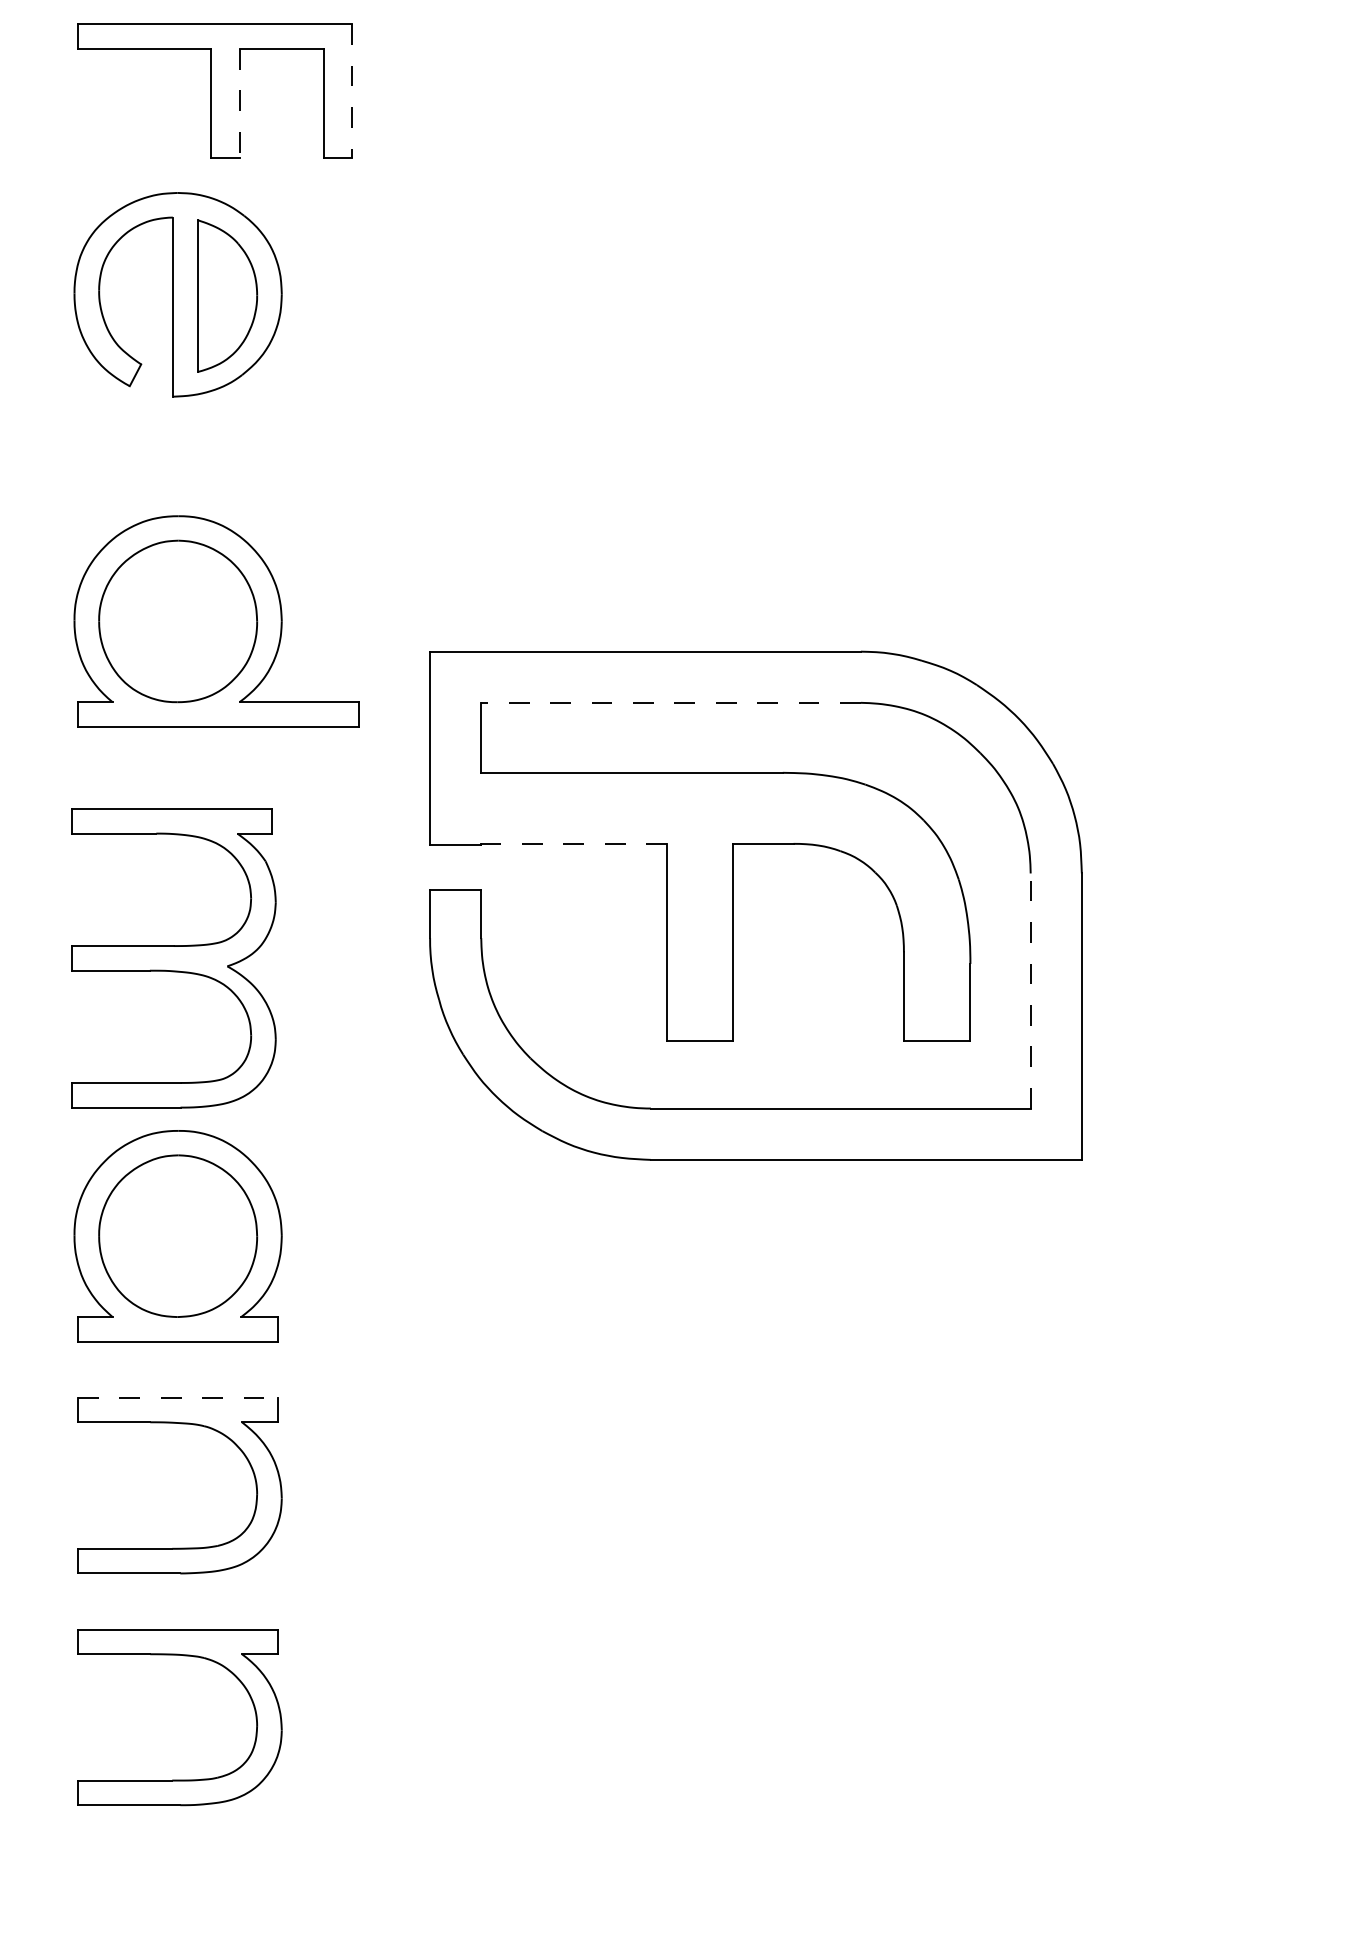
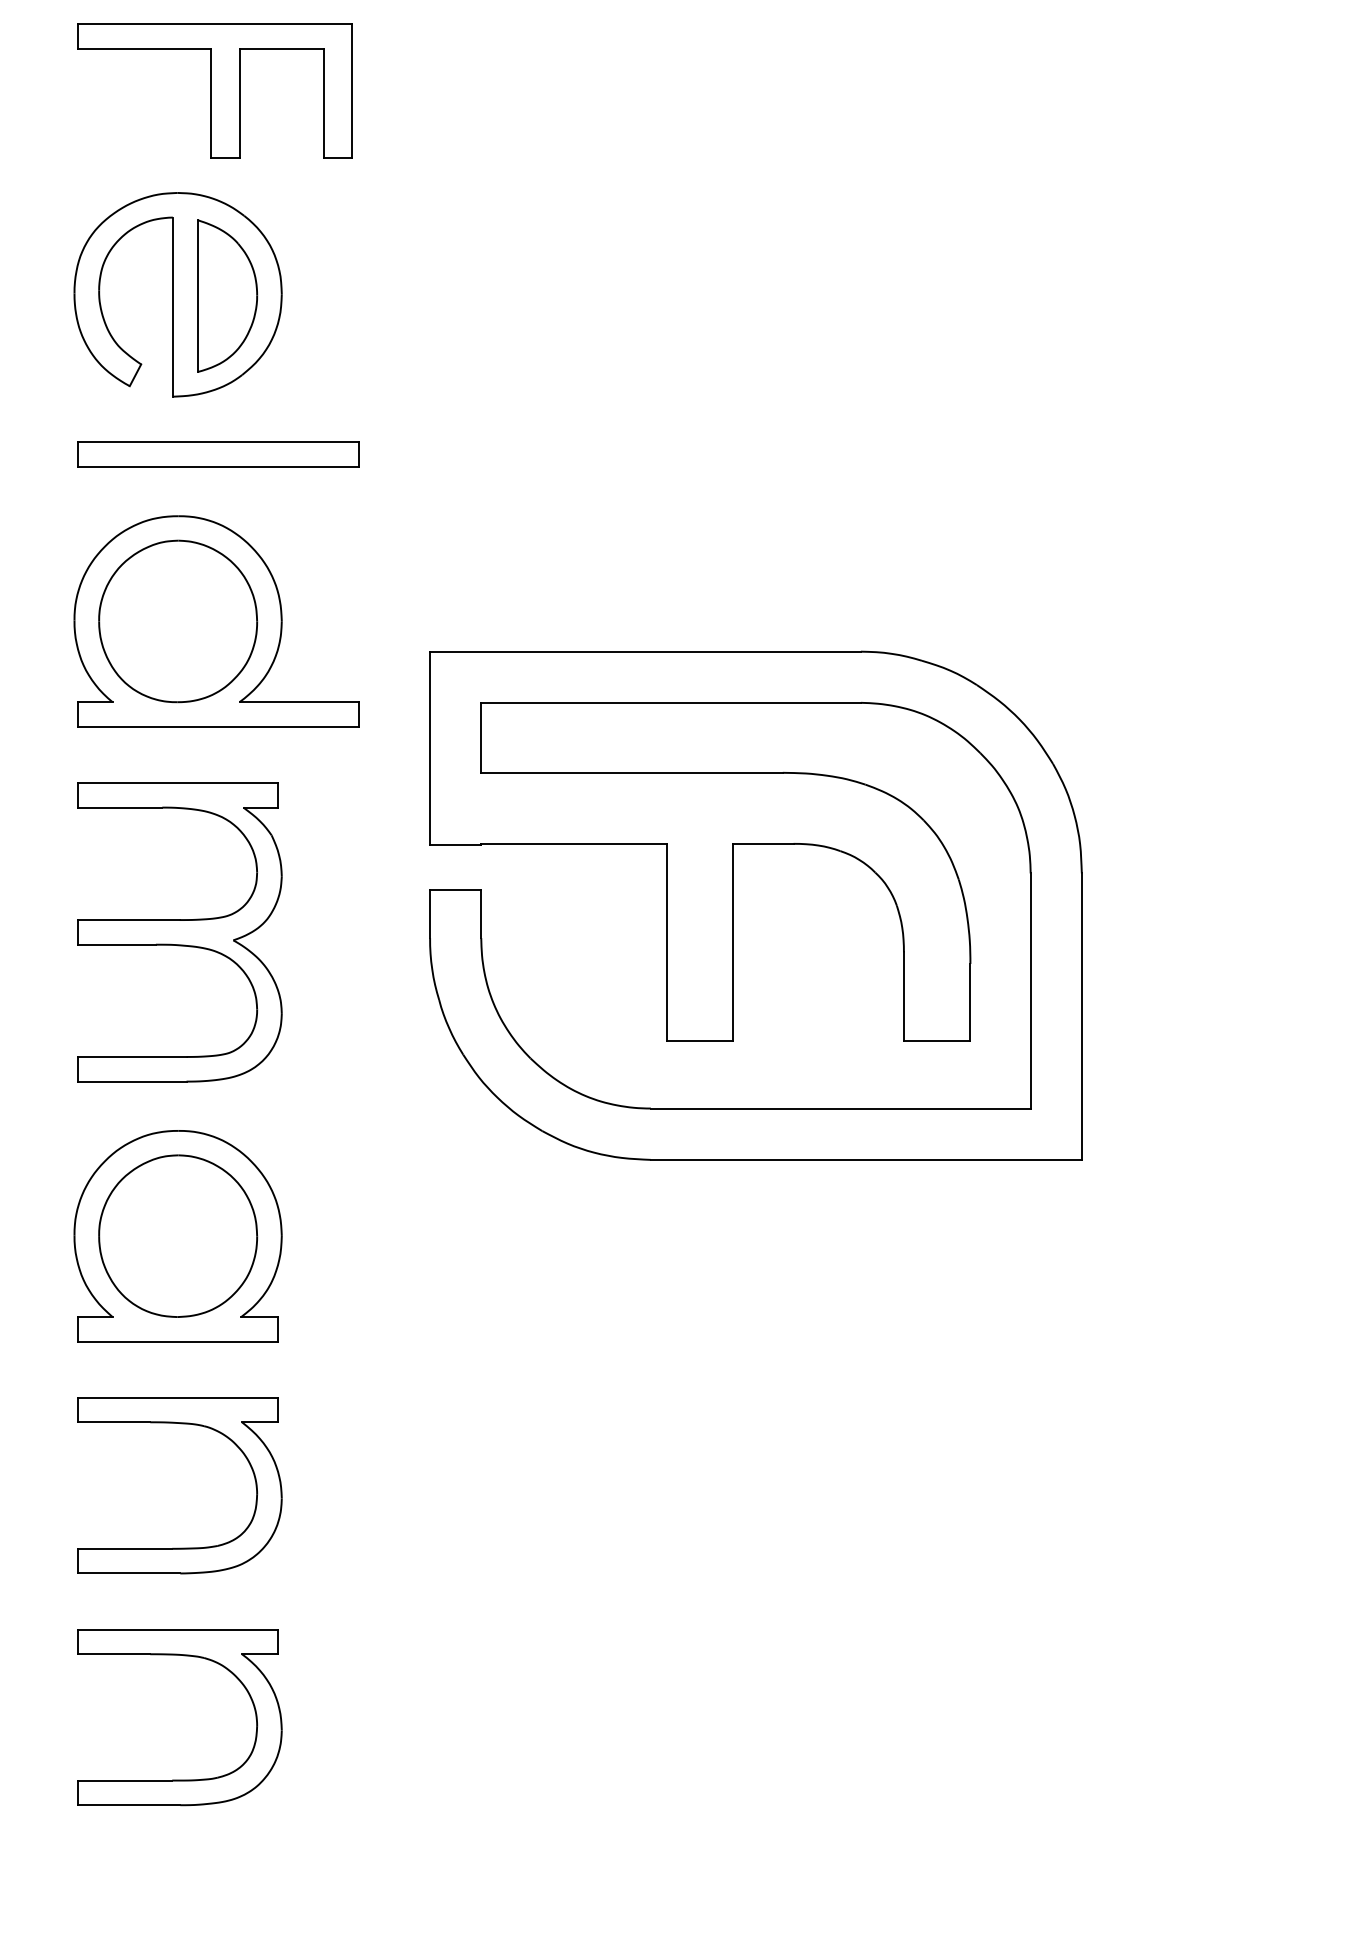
line at (352, 91): dashed -> solid
line at (239, 103): dashed -> solid
part at (218, 454): none -> present
line at (671, 702): dashed -> solid
line at (574, 843): dashed -> solid
part at (173, 958) position: (173, 958) -> (179, 932)
line at (1030, 991): dashed -> solid
line at (178, 1397): dashed -> solid
